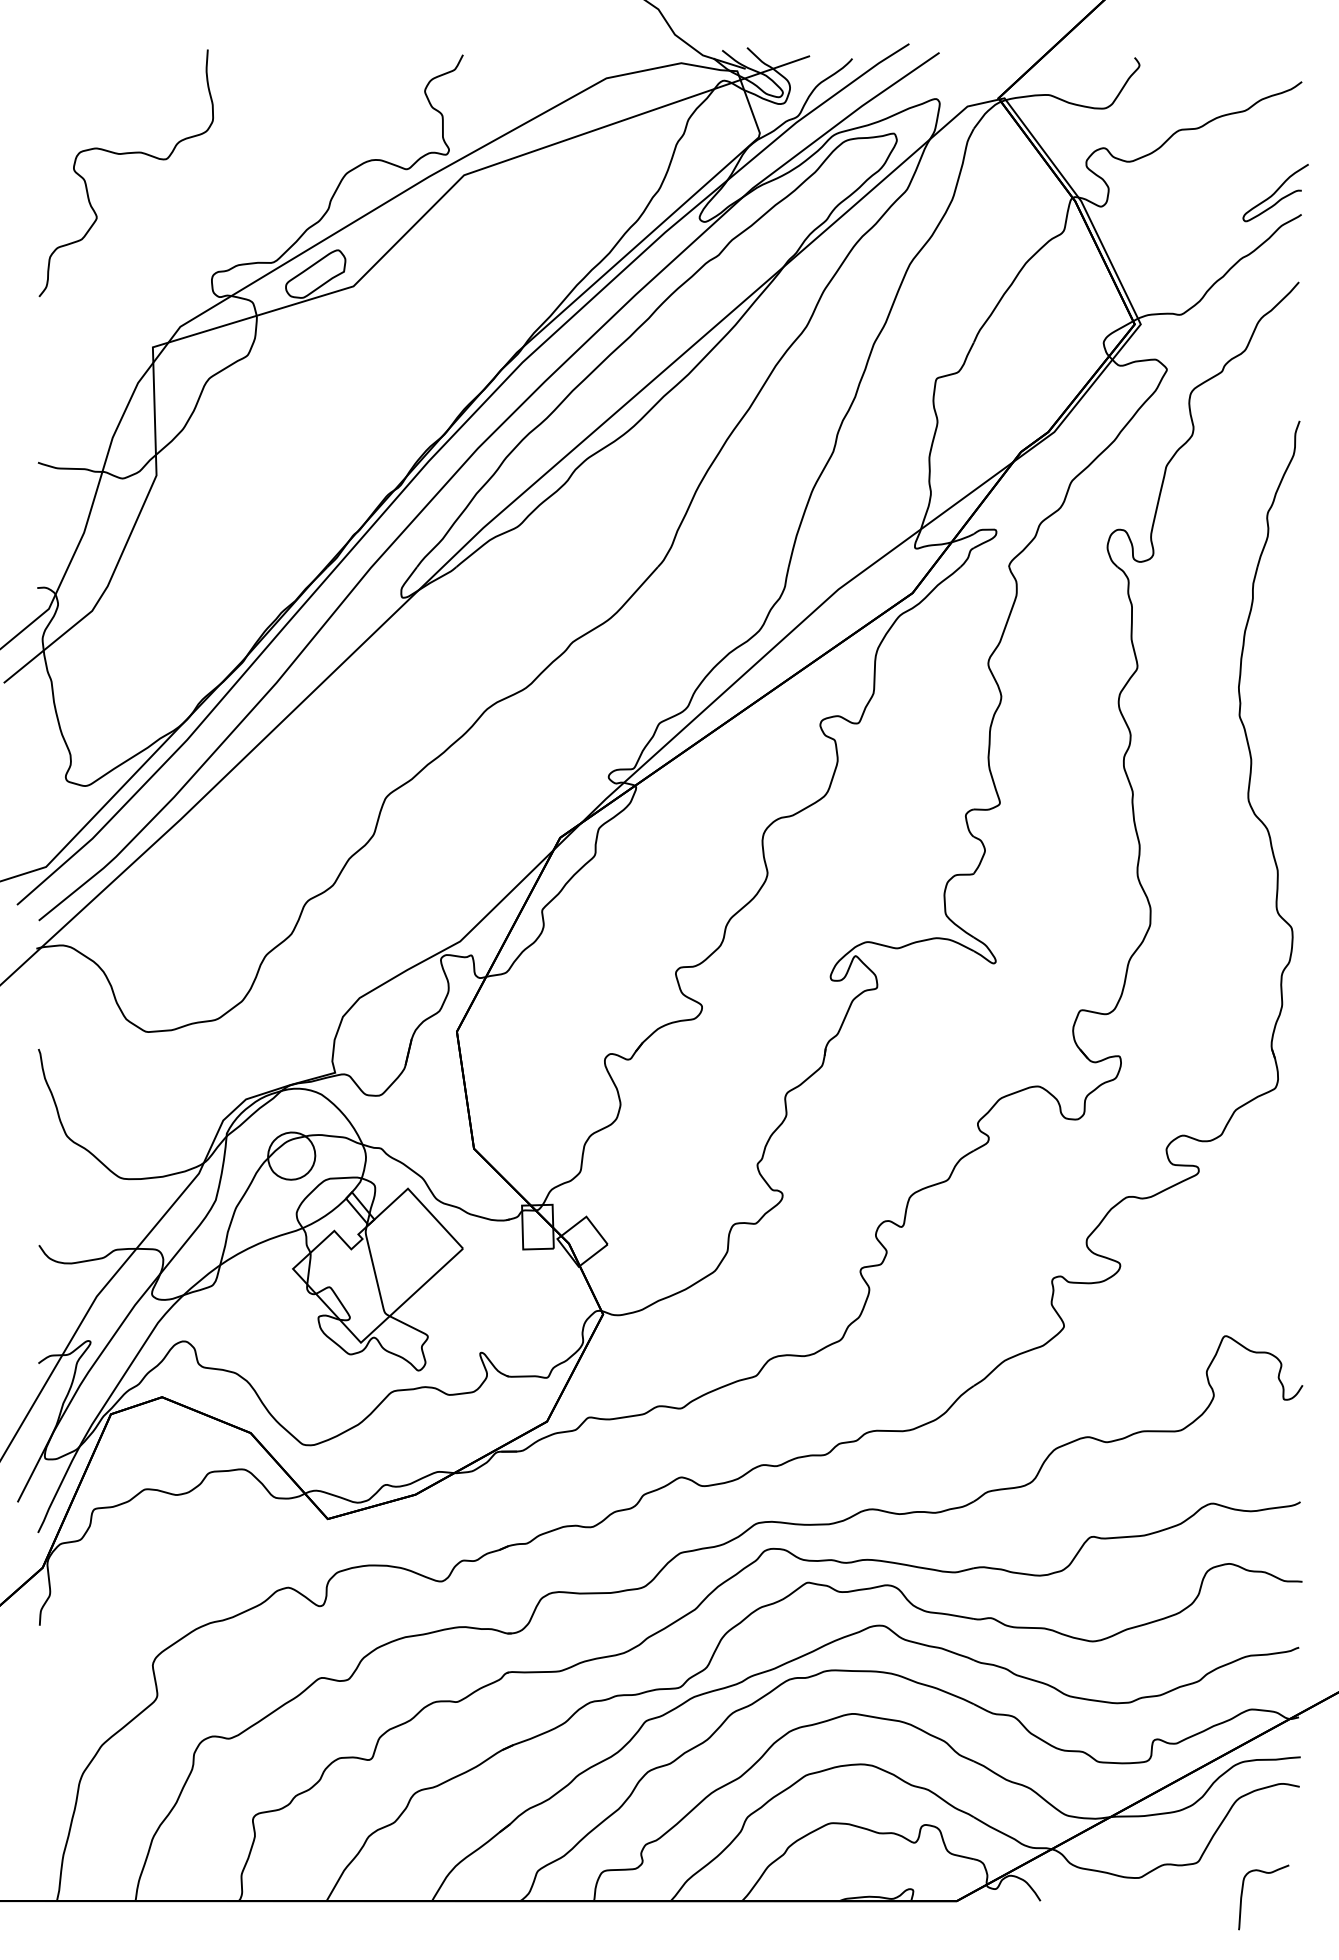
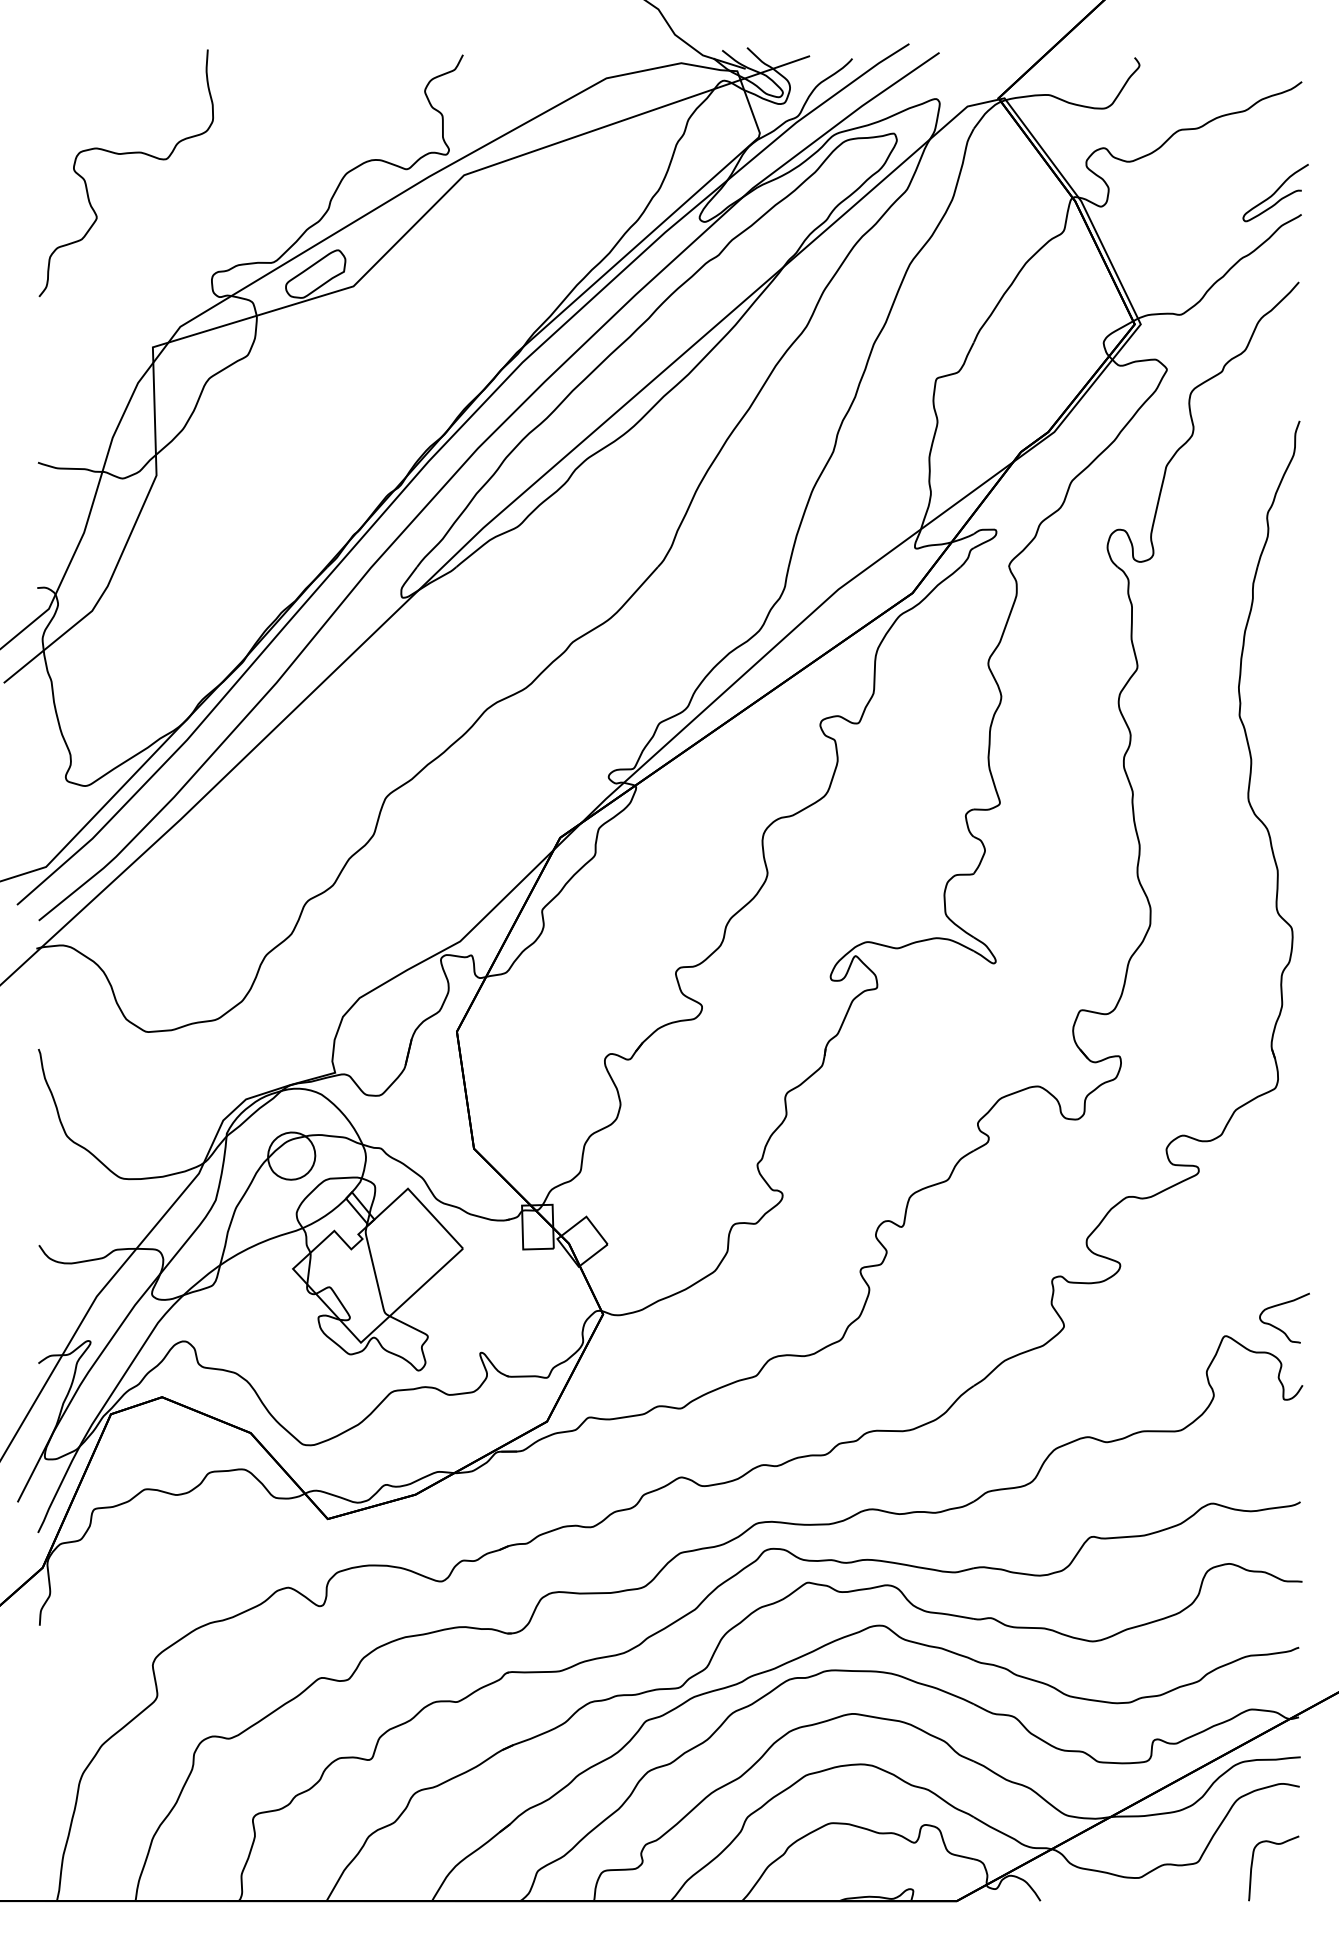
curve at (1276, 1326): none -> present
curve at (1242, 1897) position: (1242, 1897) -> (1252, 1868)
